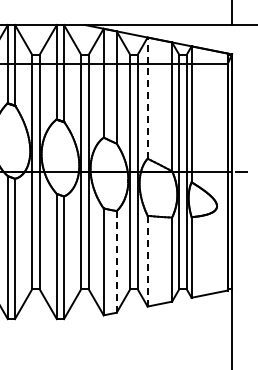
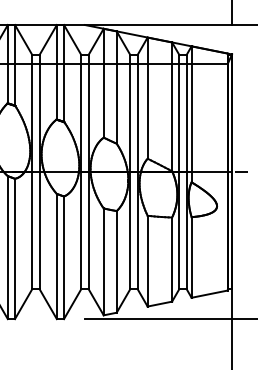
line at (147, 98): dashed -> solid
line at (147, 260): dashed -> solid
line at (116, 261): dashed -> solid
line at (169, 319): none -> present
